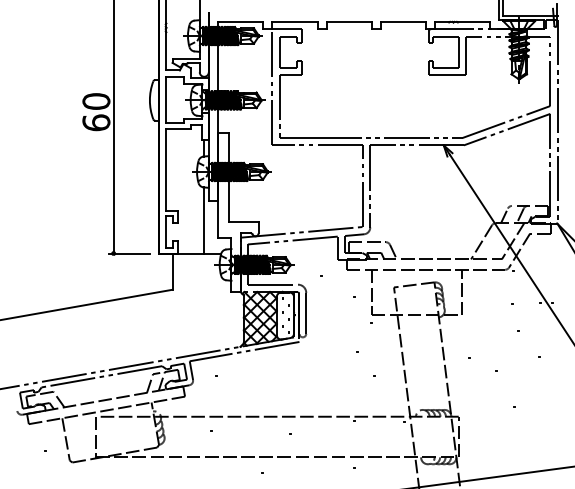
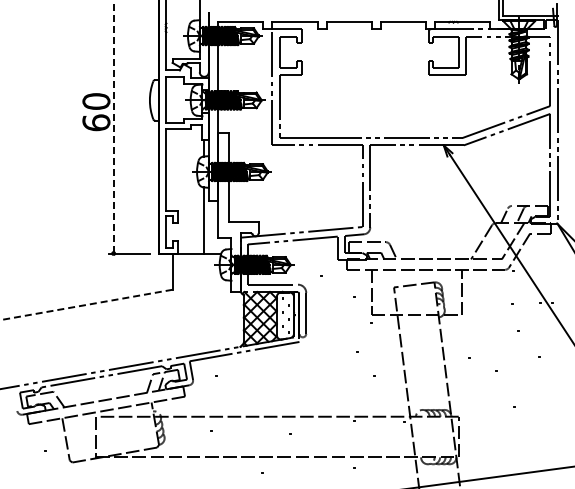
line at (113, 127): solid -> dashed
line at (86, 304): solid -> dashed
